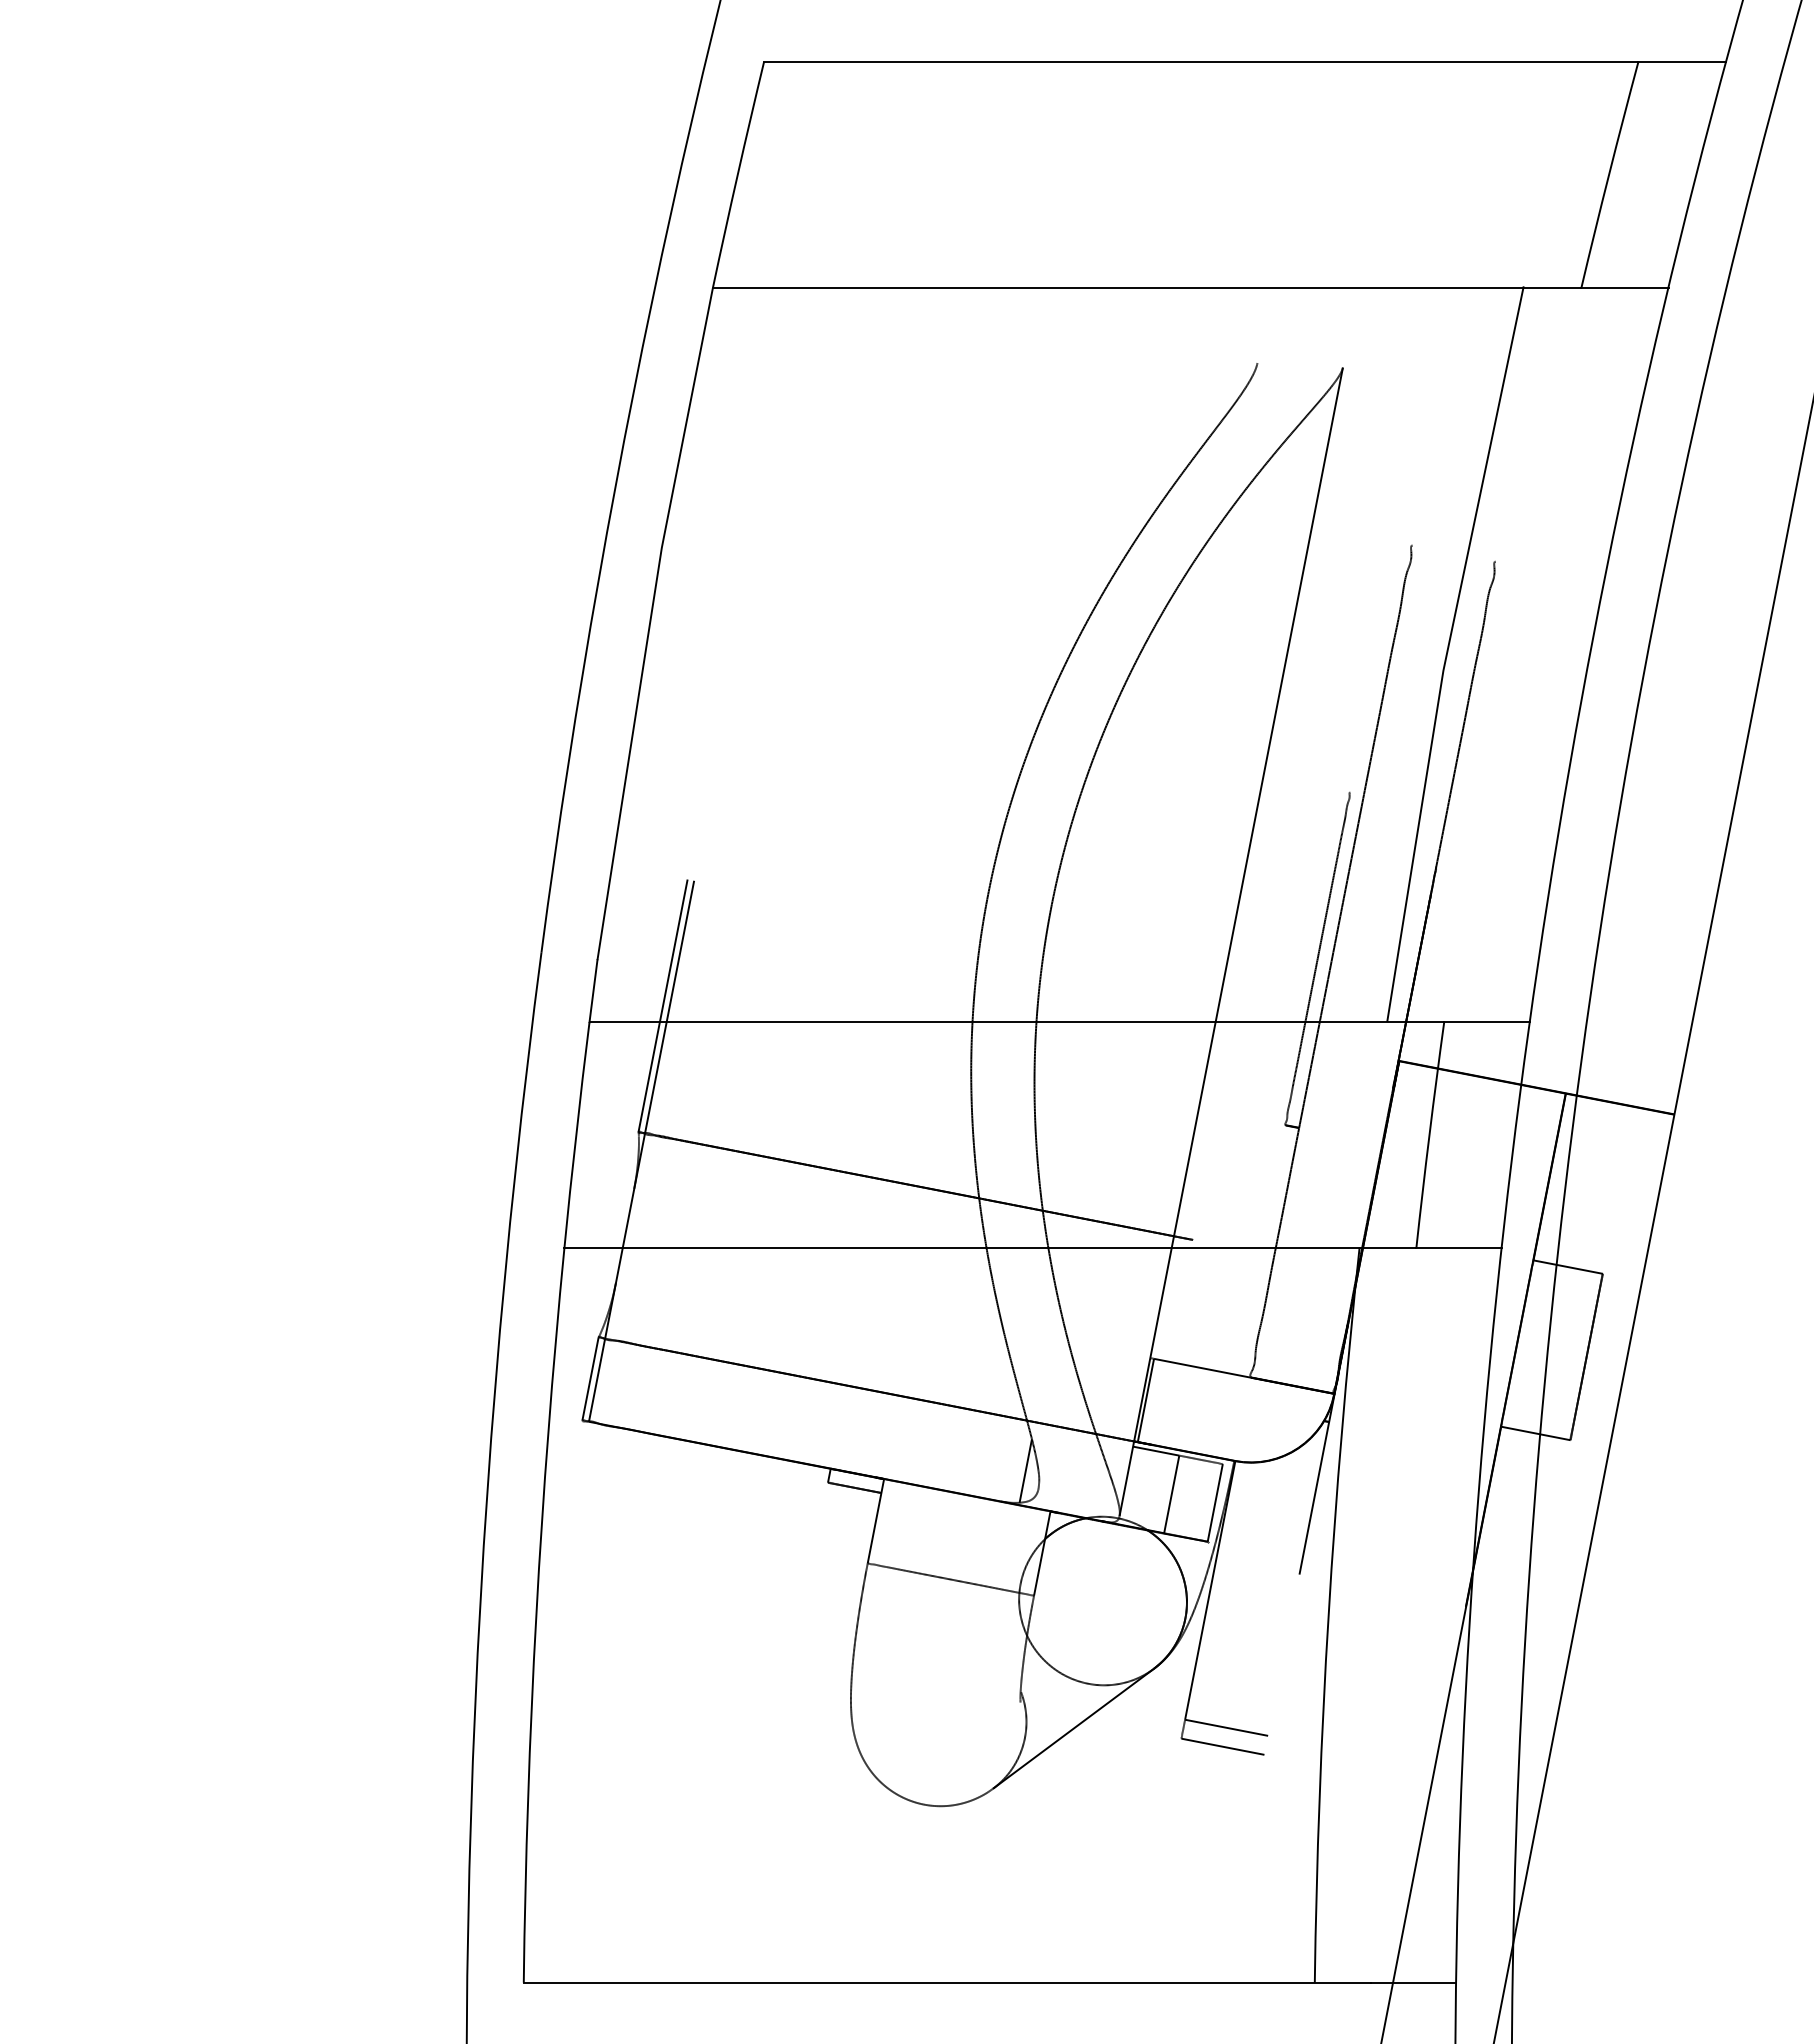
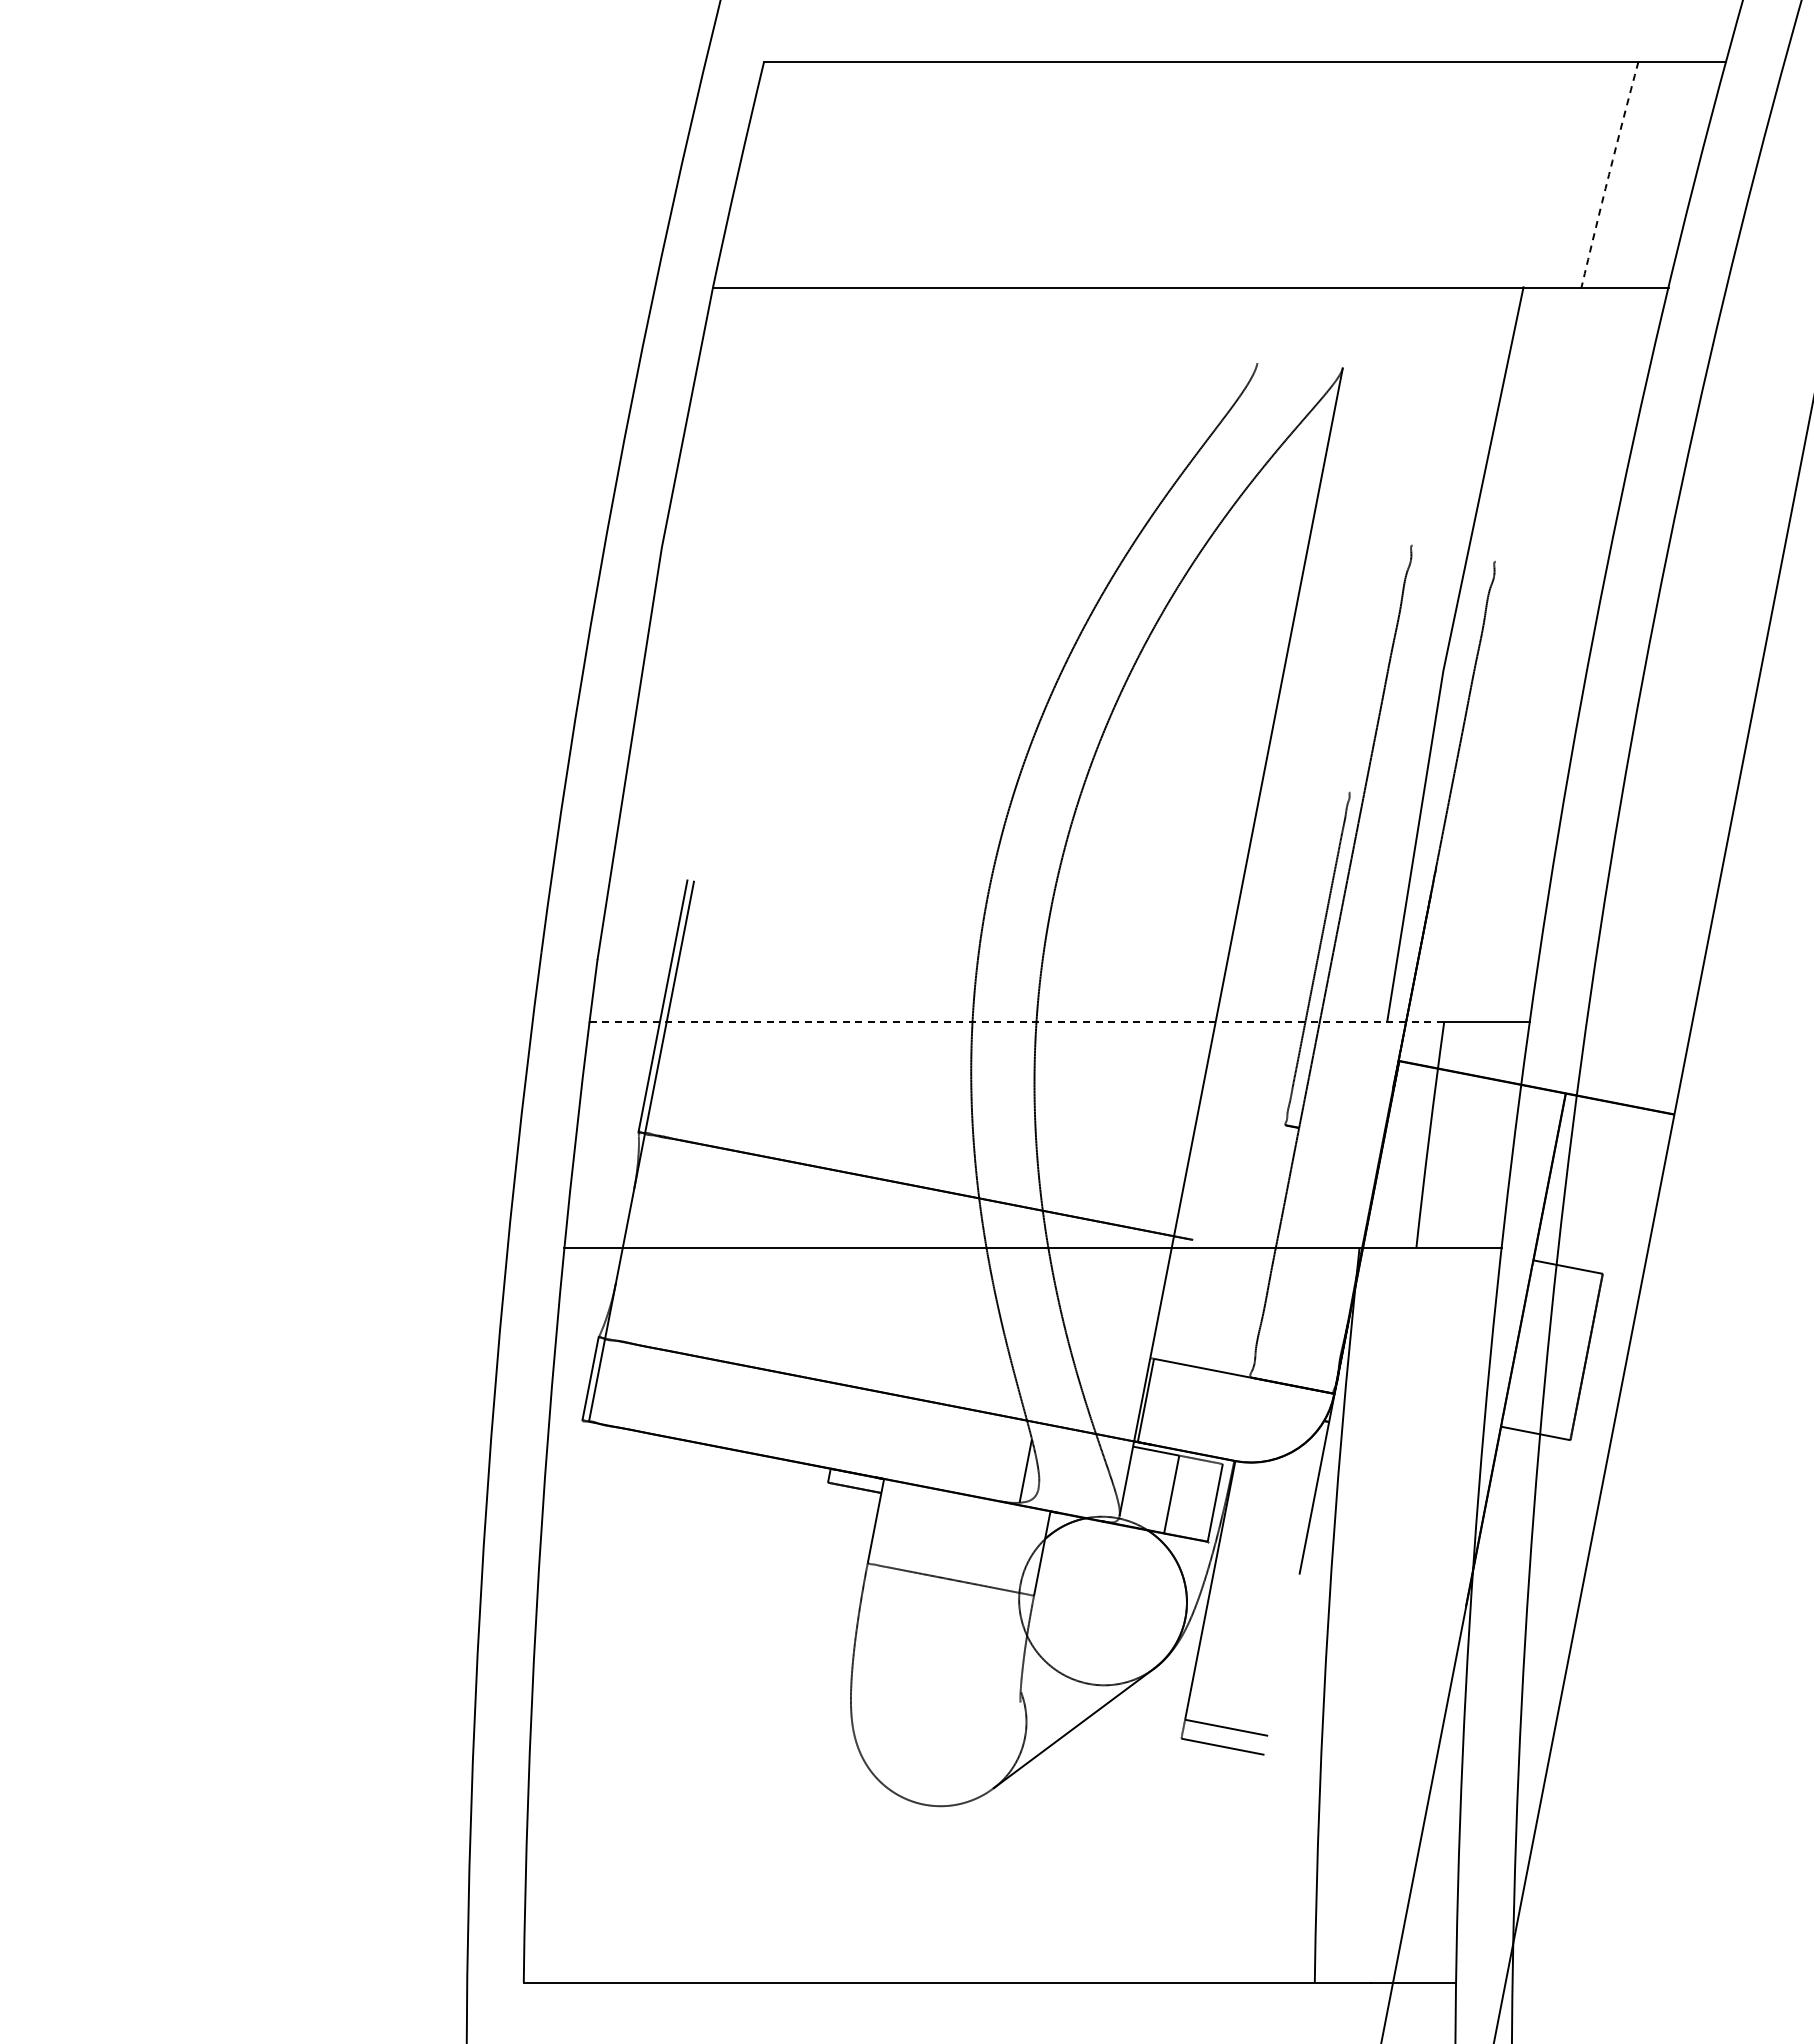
arc at (1609, 174): solid -> dashed
line at (1017, 1022): solid -> dashed
